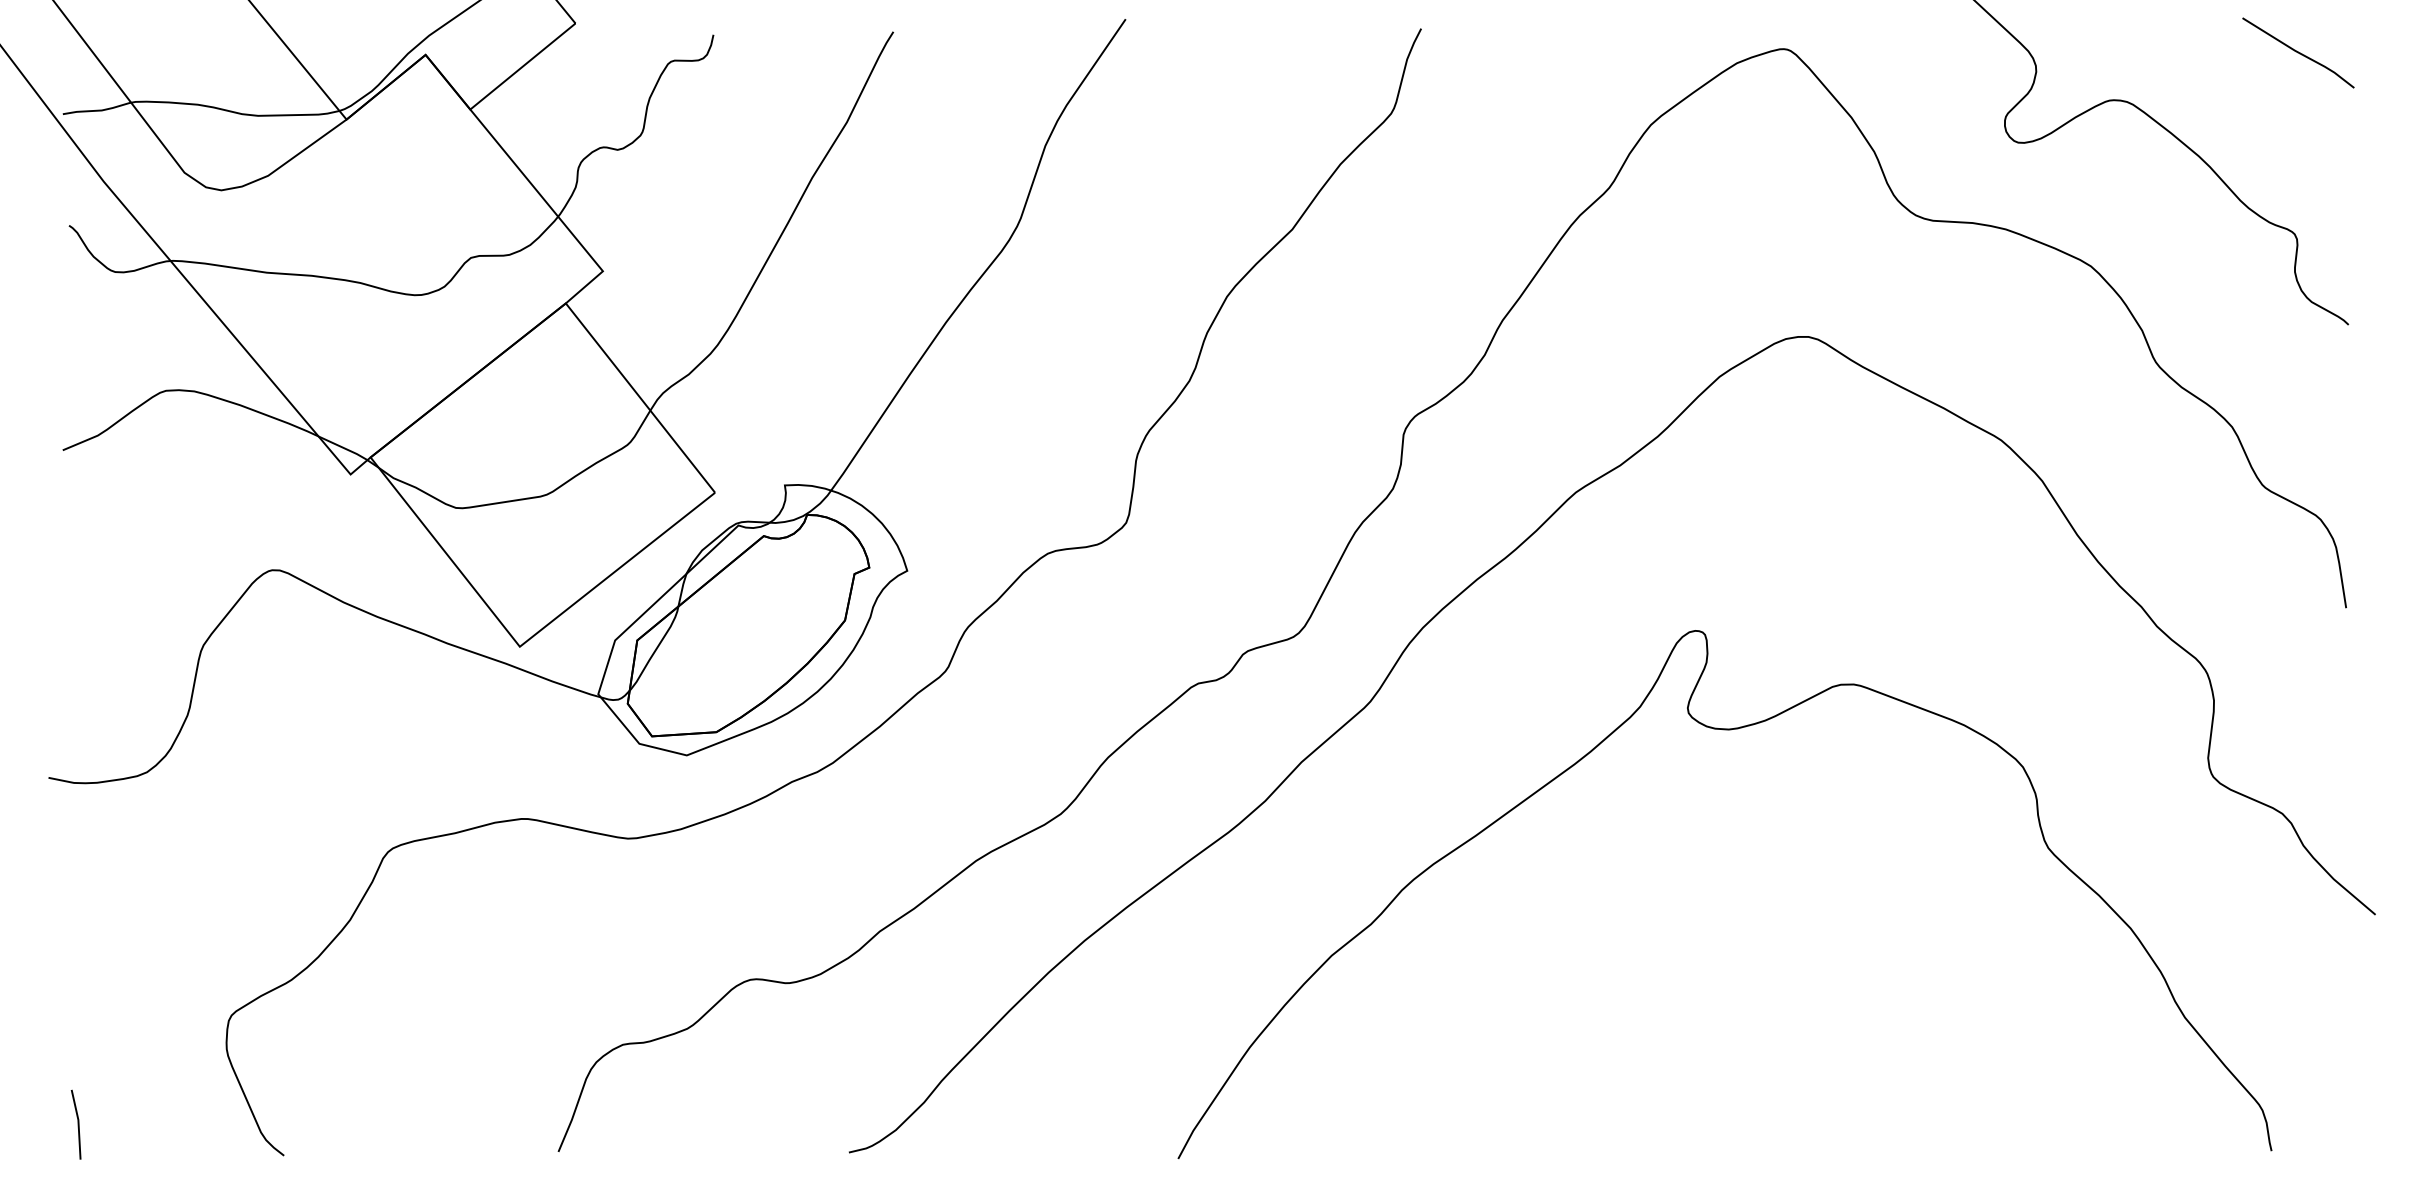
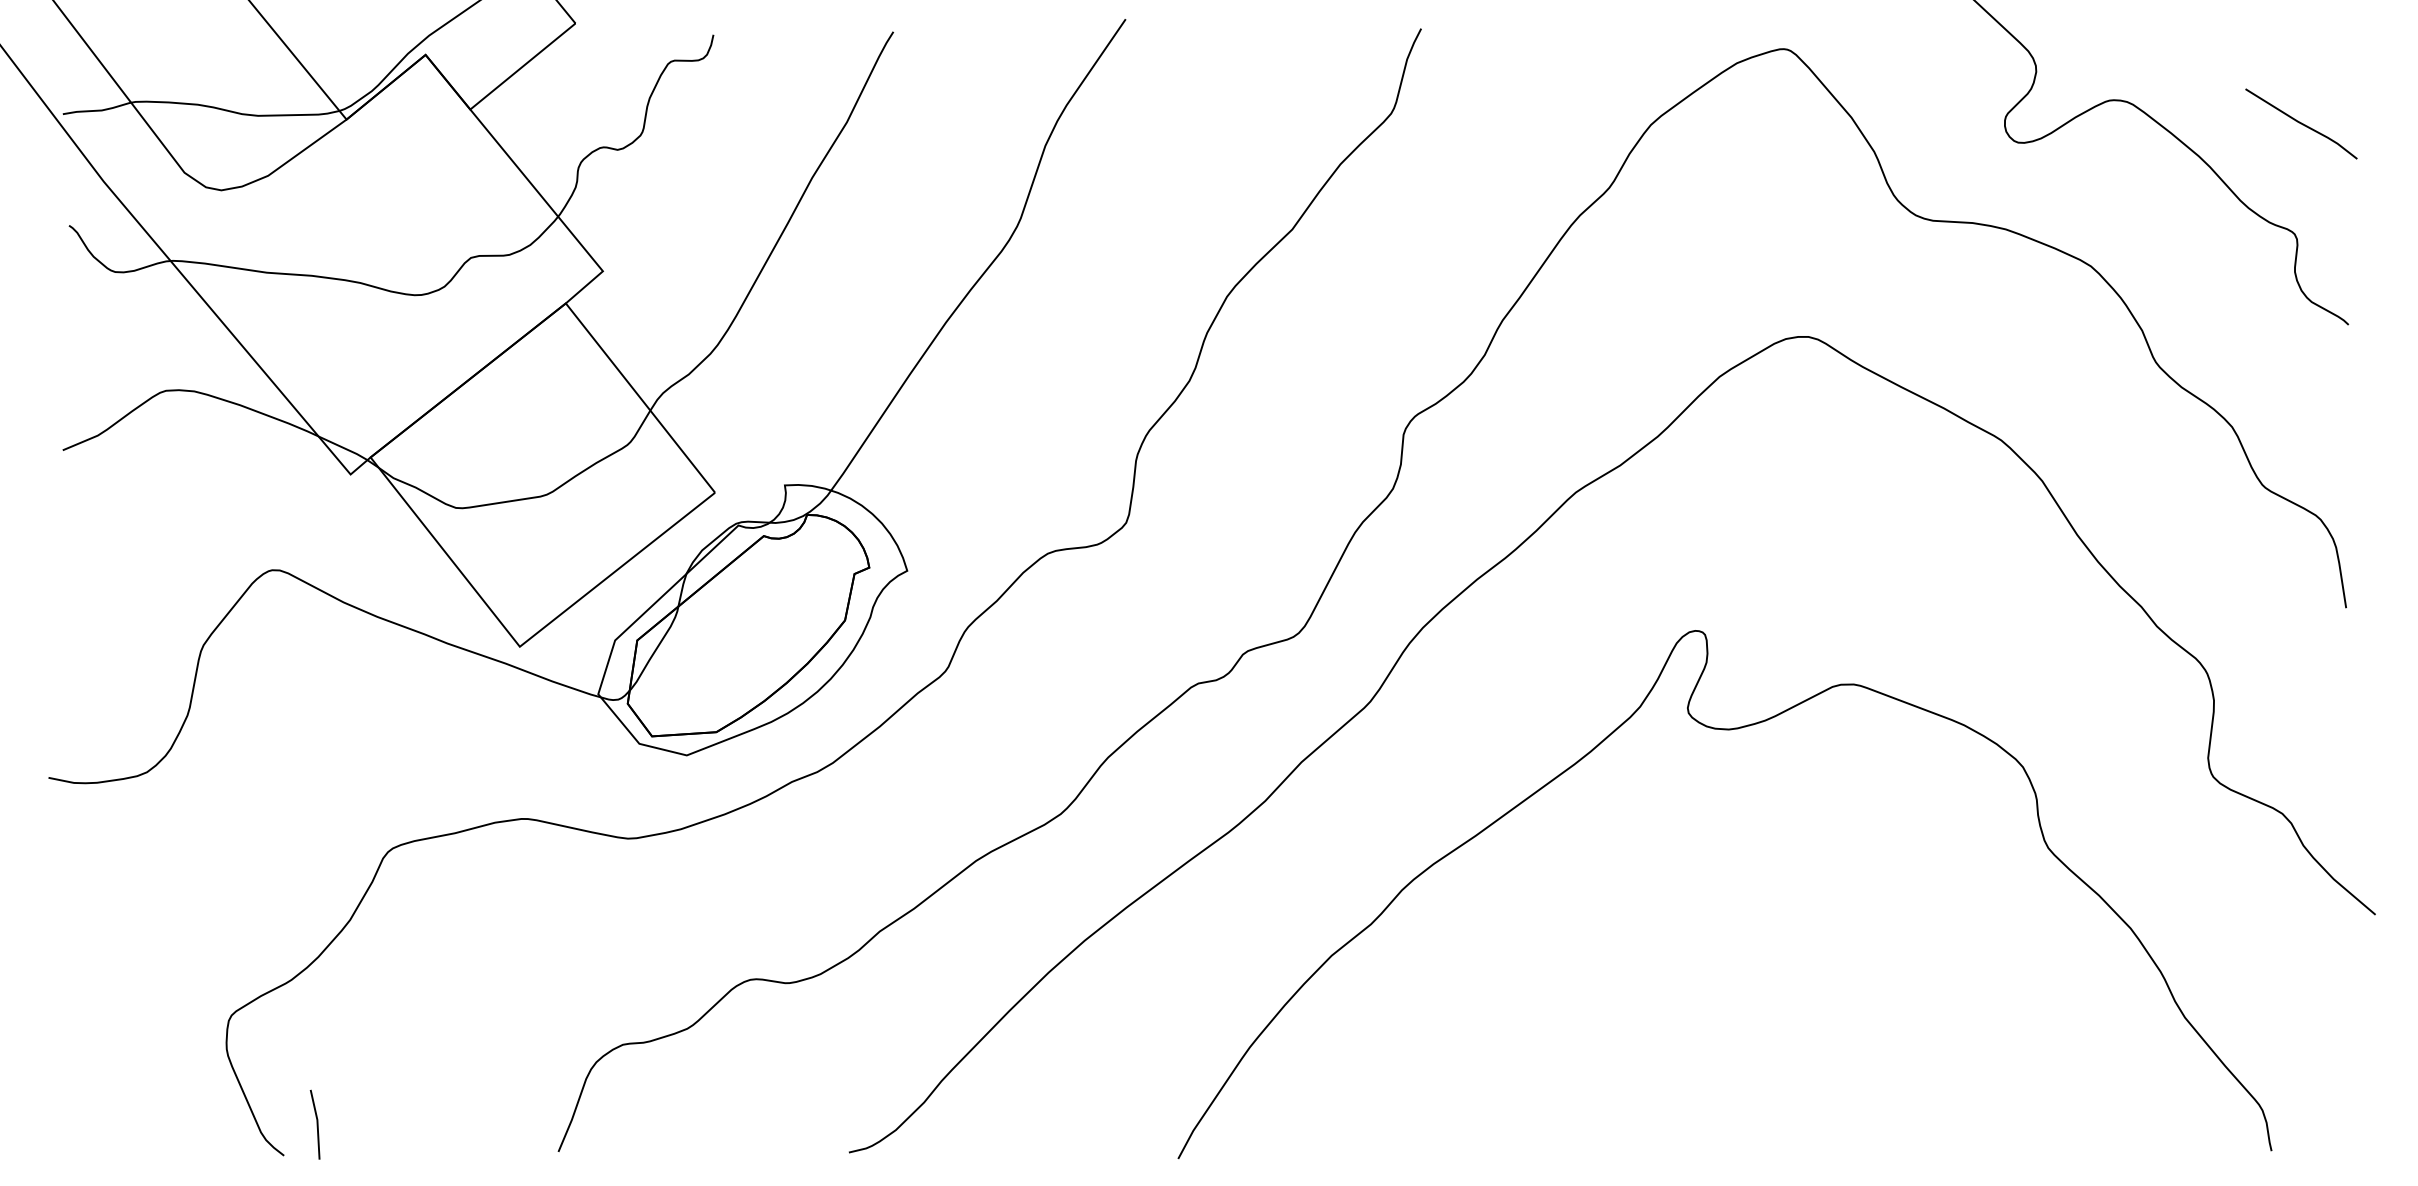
line at (2298, 52) position: (2298, 52) -> (2301, 123)
line at (77, 1124) position: (77, 1124) -> (316, 1124)
